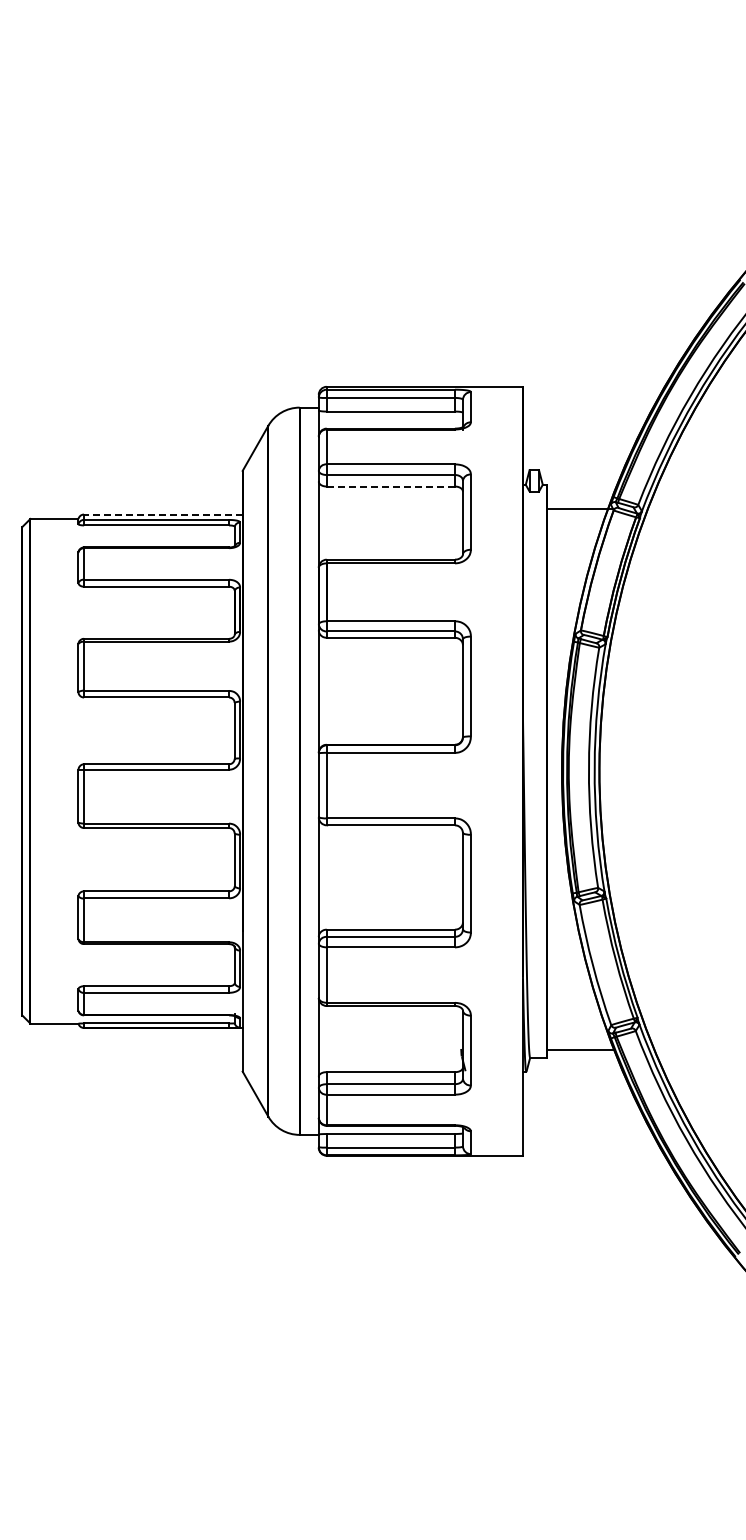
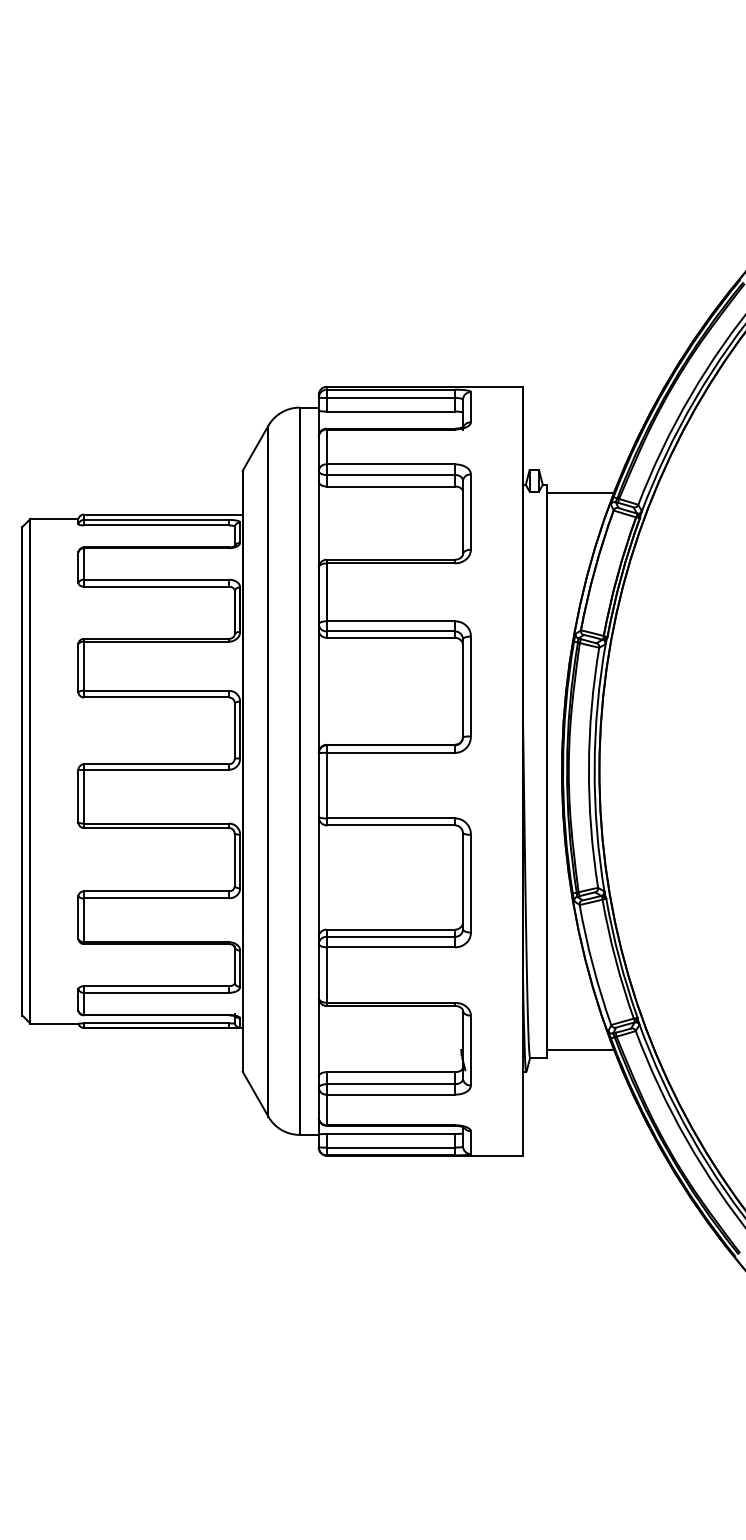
line at (390, 486): dashed -> solid
line at (580, 508) position: (580, 508) -> (580, 492)
line at (162, 514): dashed -> solid
